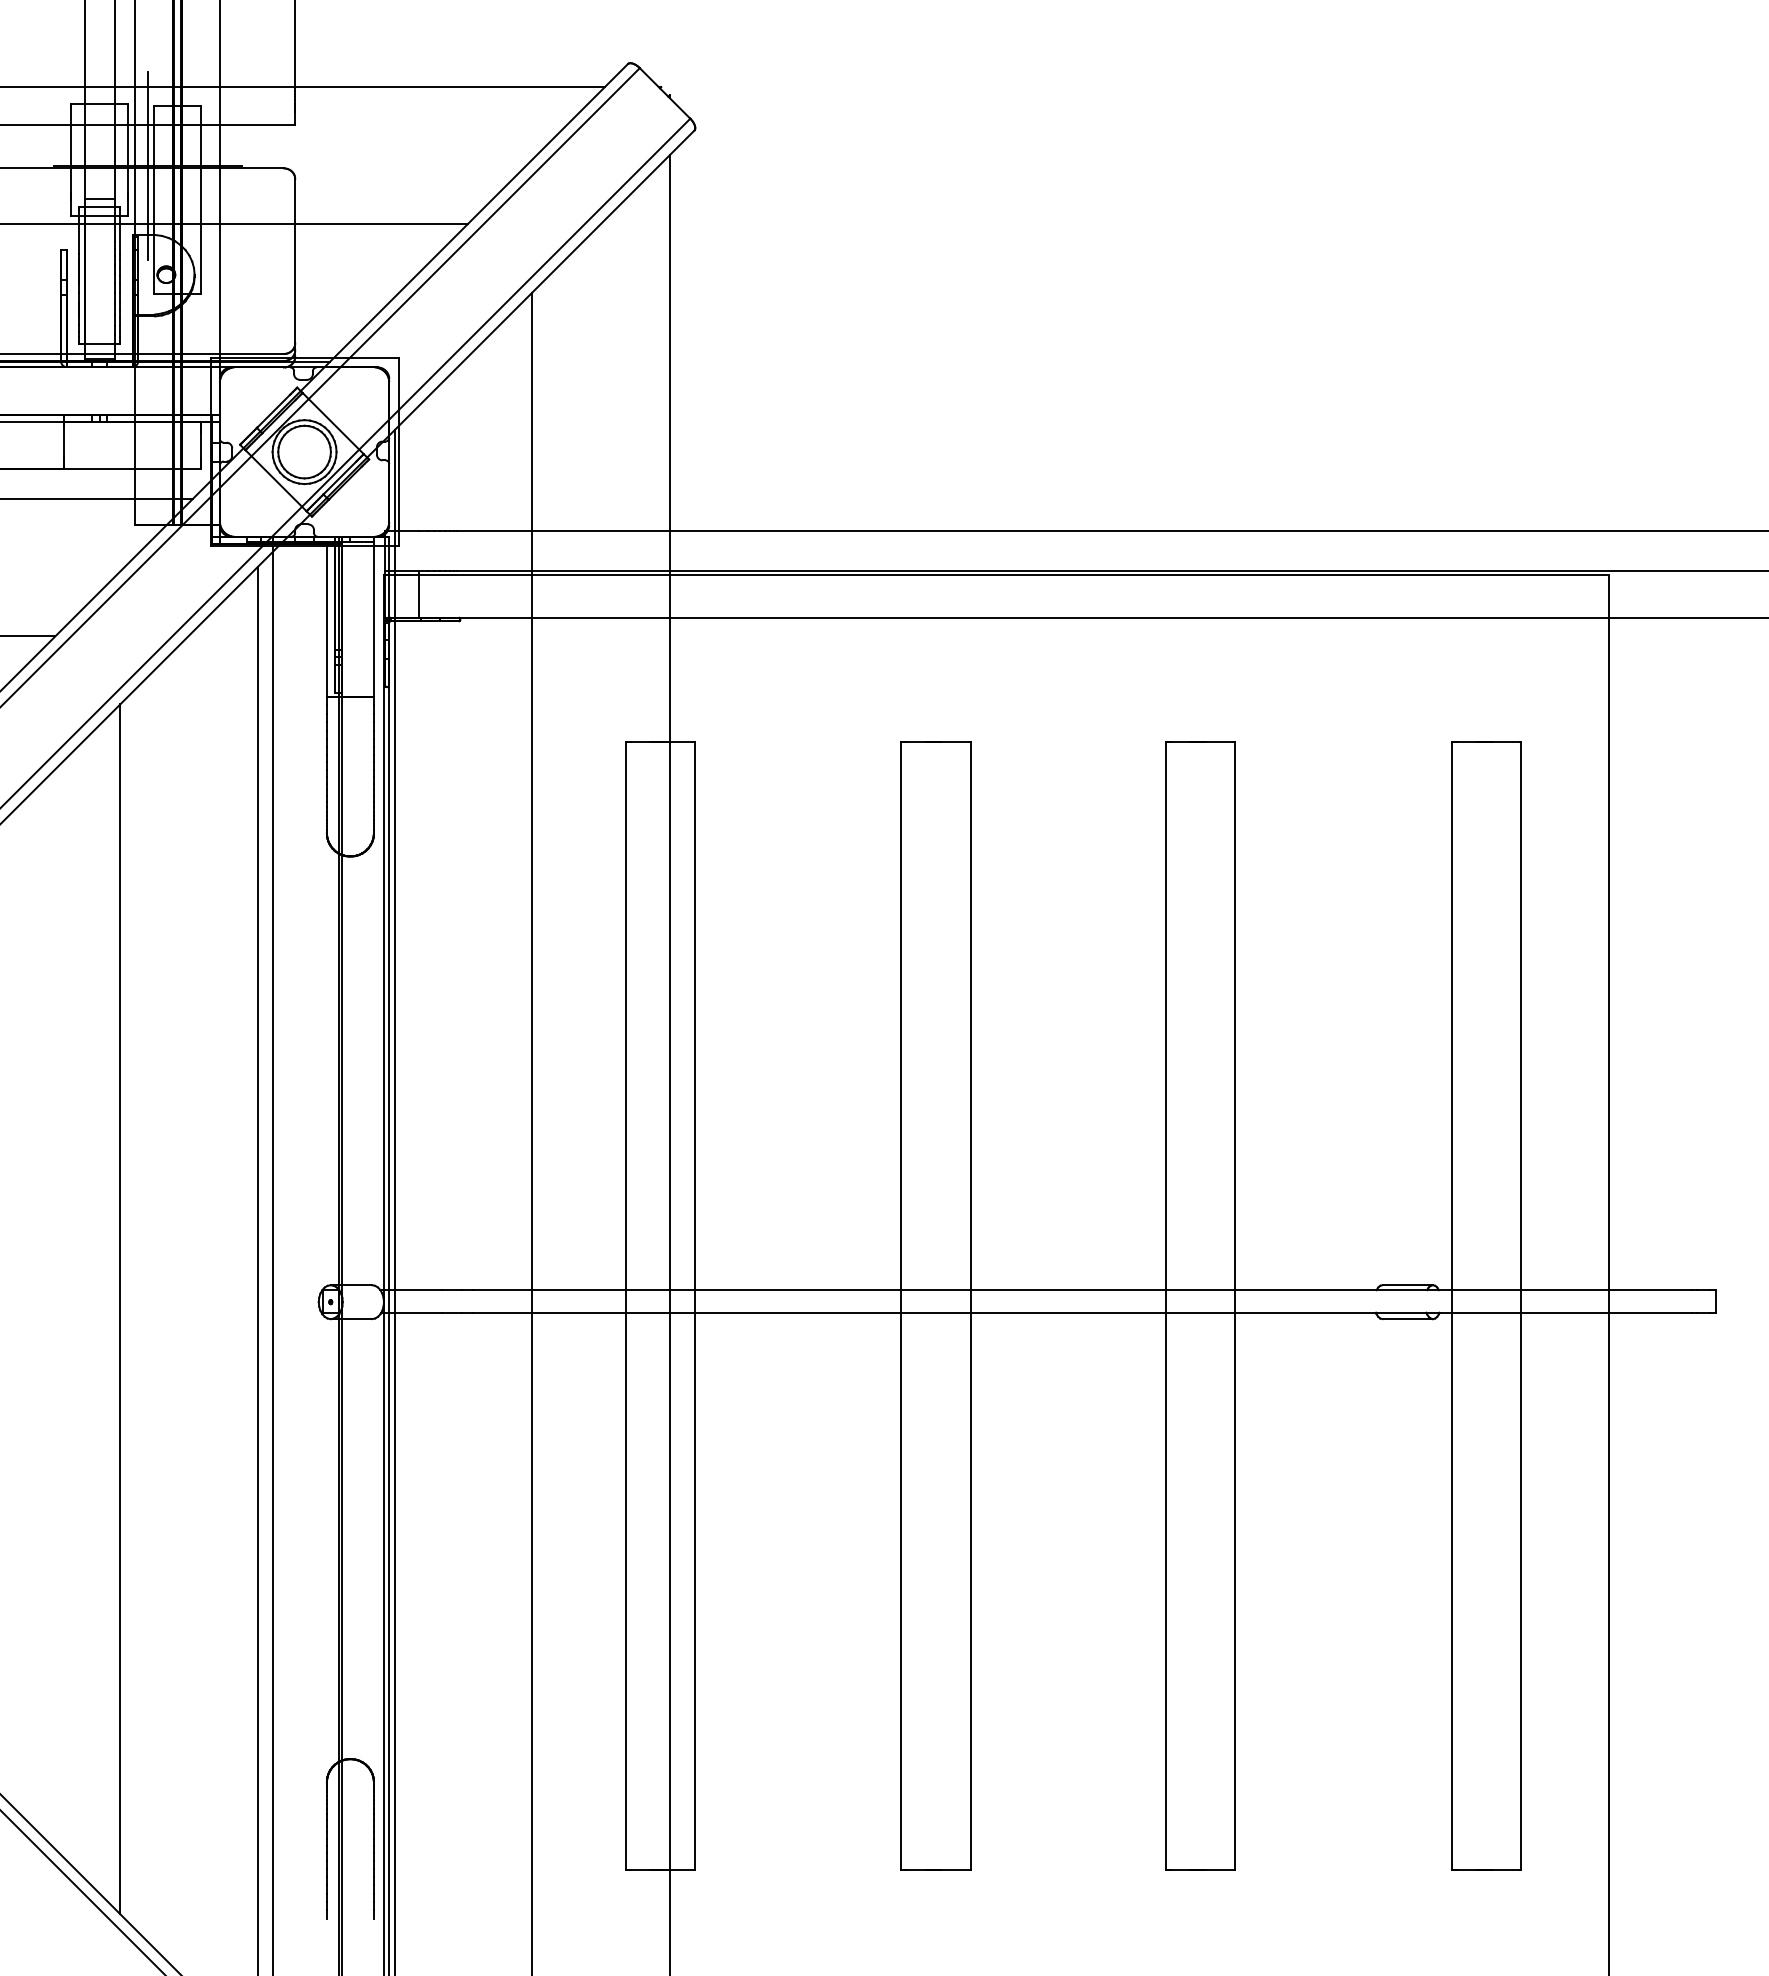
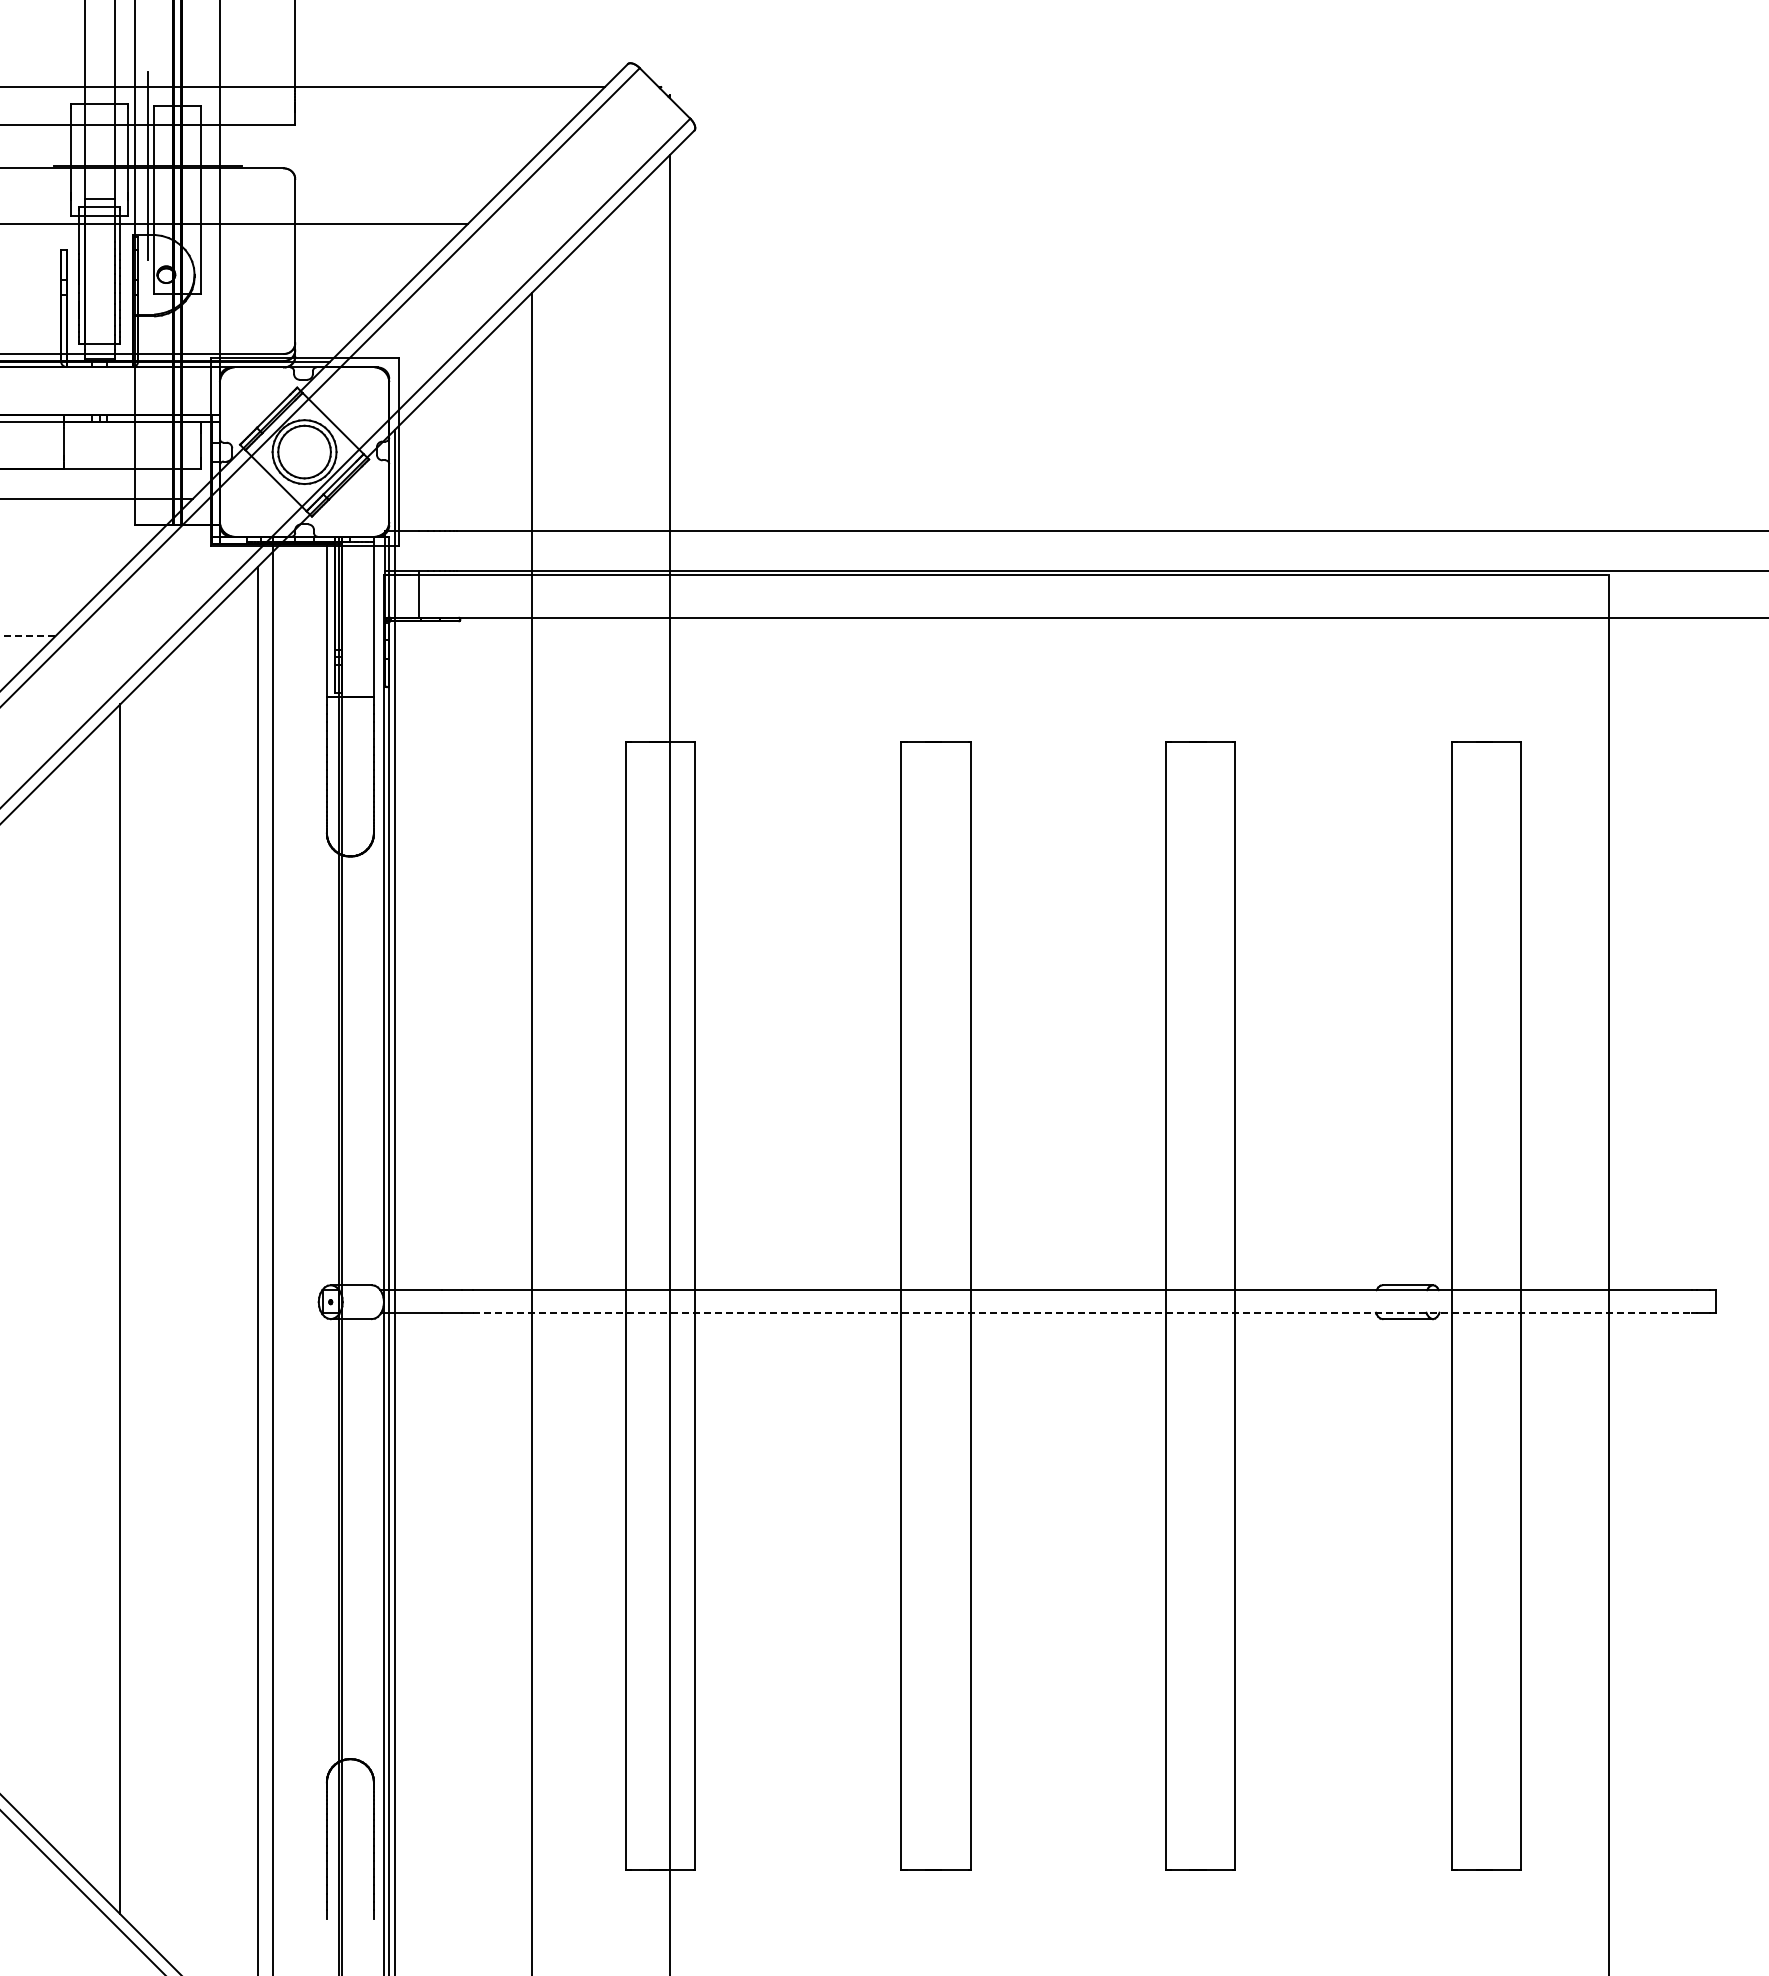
line at (27, 636): solid -> dashed
line at (1083, 1312): solid -> dashed
